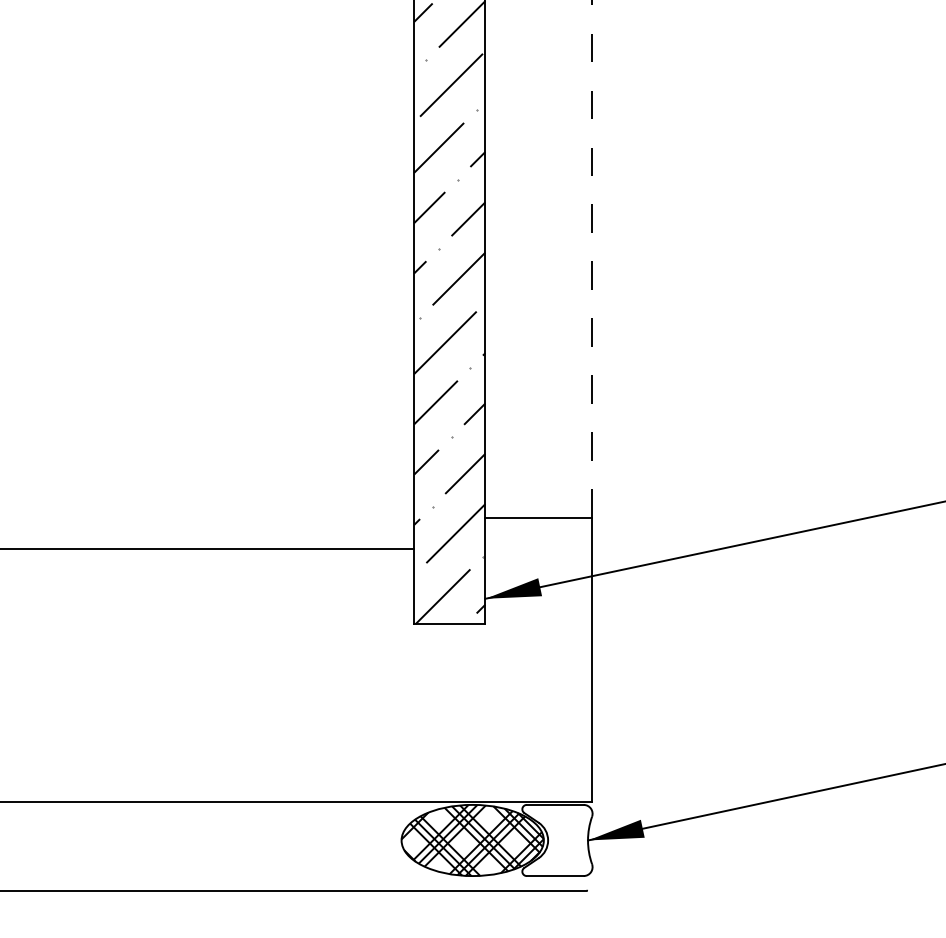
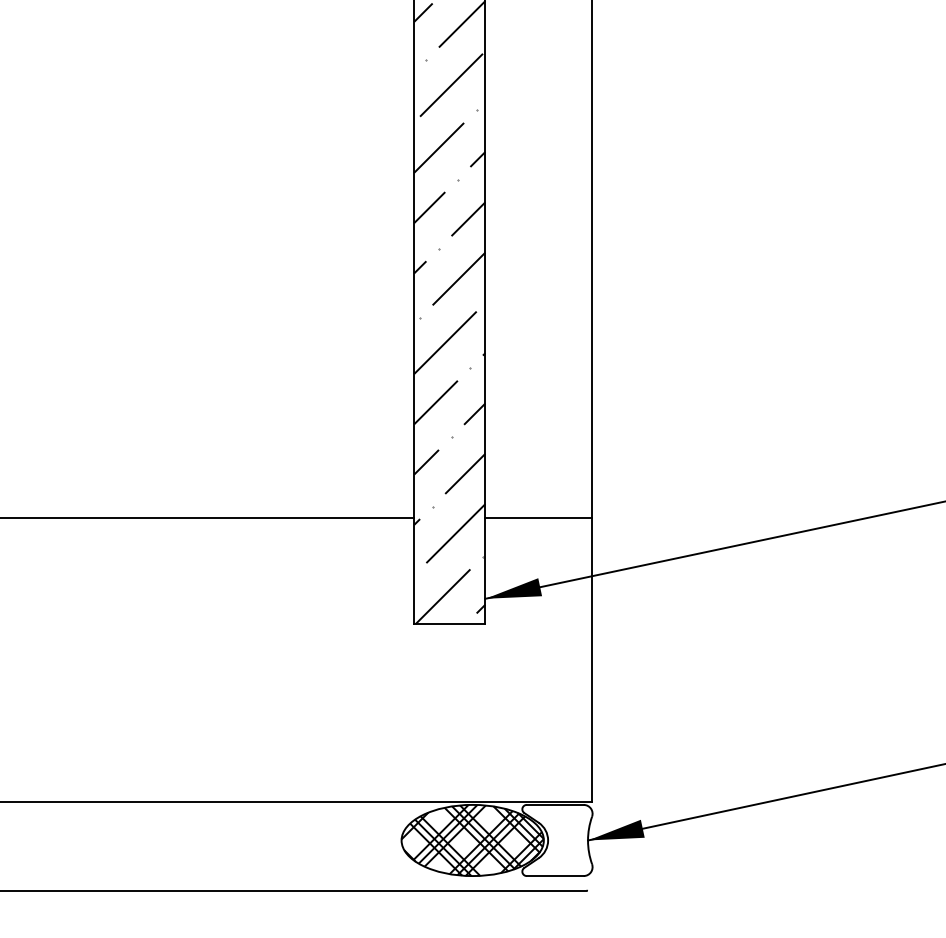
line at (592, 258): dashed -> solid
line at (208, 548) position: (208, 548) -> (208, 517)
